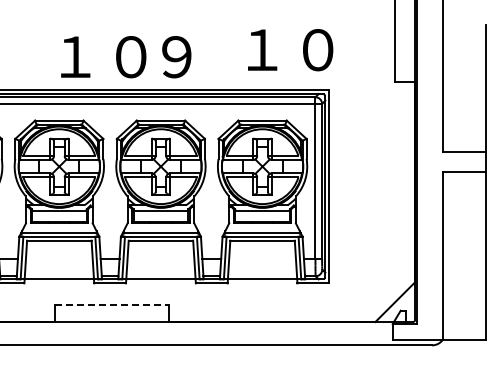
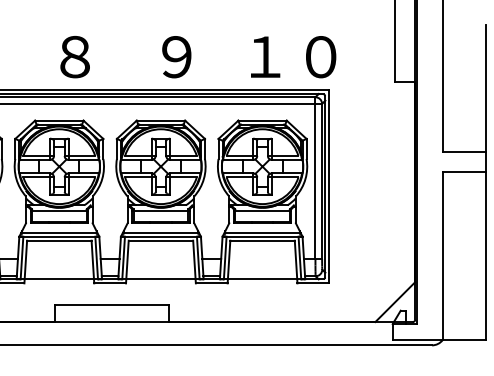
text at (290, 50) position: (290, 50) -> (293, 57)
text at (103, 56): １０ -> ８
line at (112, 305): dashed -> solid
